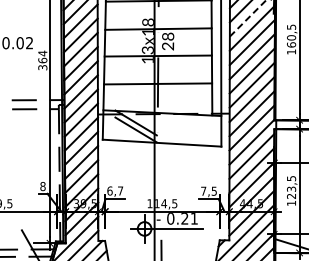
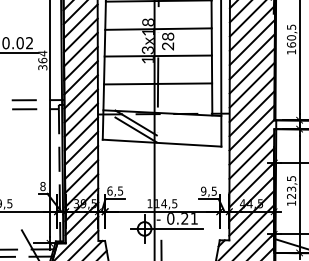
line at (248, 18): dashed -> solid
line at (20, 53): none -> present
text at (120, 190): 6,7 -> 6,5
text at (203, 190): 7,5 -> 9,5
